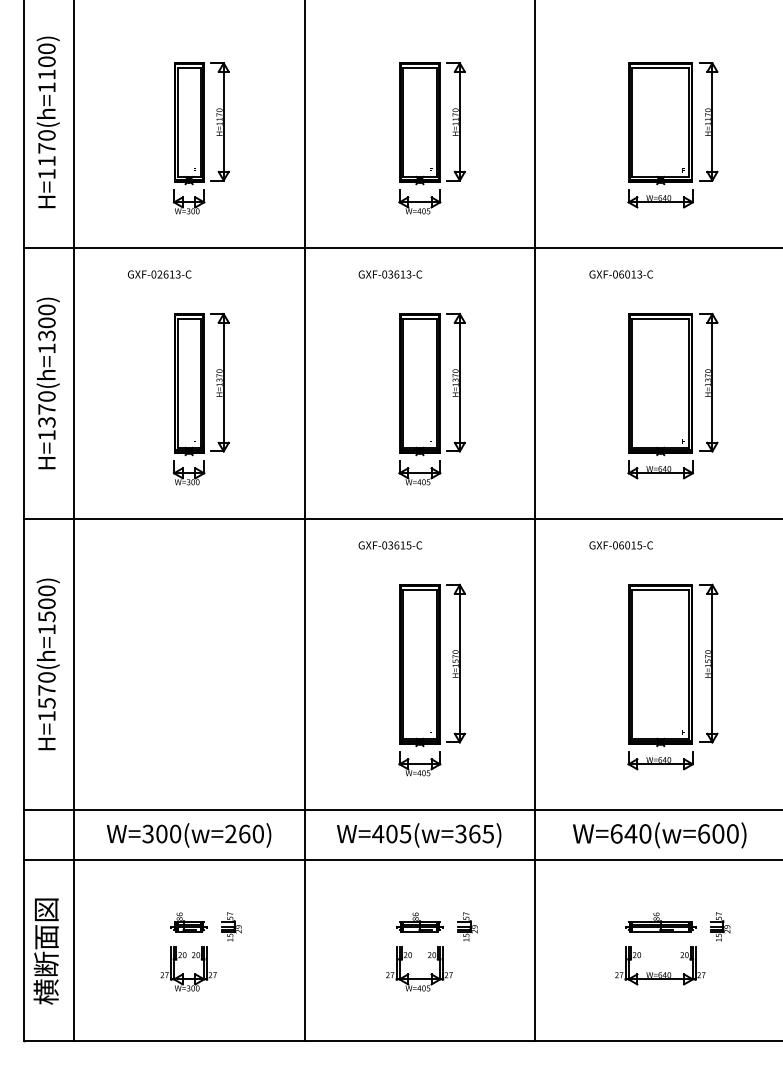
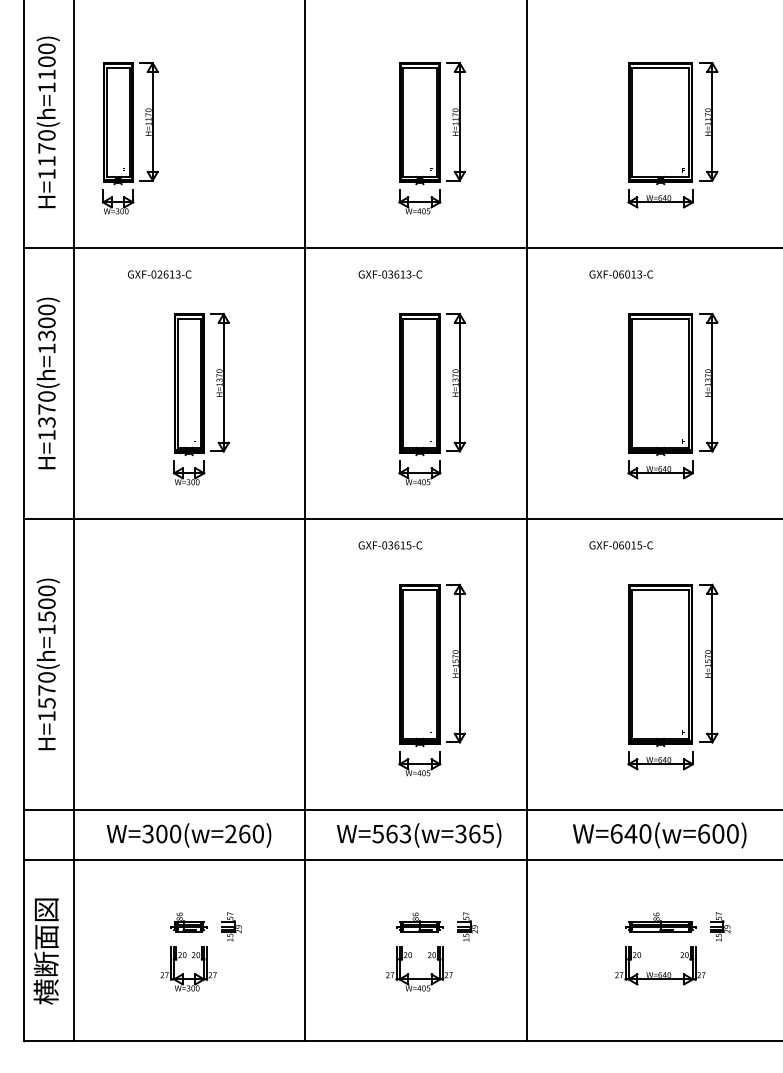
part at (201, 138) position: (201, 138) -> (130, 138)
line at (535, 521) position: (535, 521) -> (527, 521)
text at (391, 833): W=405(w=365) -> W=563(w=365)
